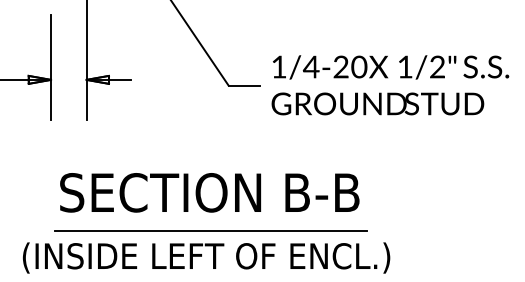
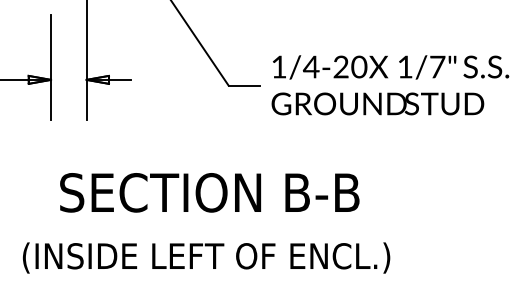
text at (437, 66): 1/2" -> 1/7"
line at (210, 230): present -> none
